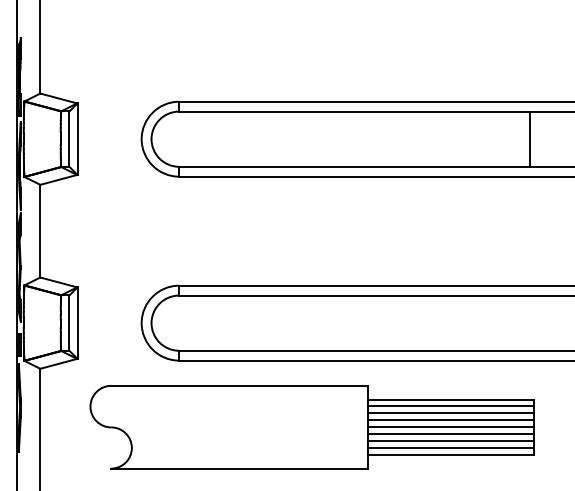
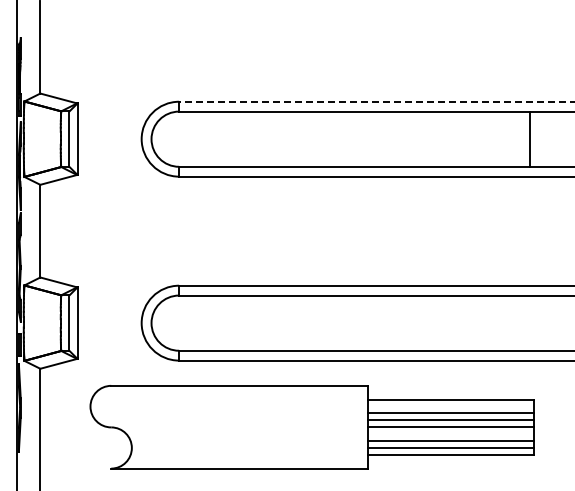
line at (376, 101): solid -> dashed
line at (450, 406): present -> none
line at (450, 434): present -> none
